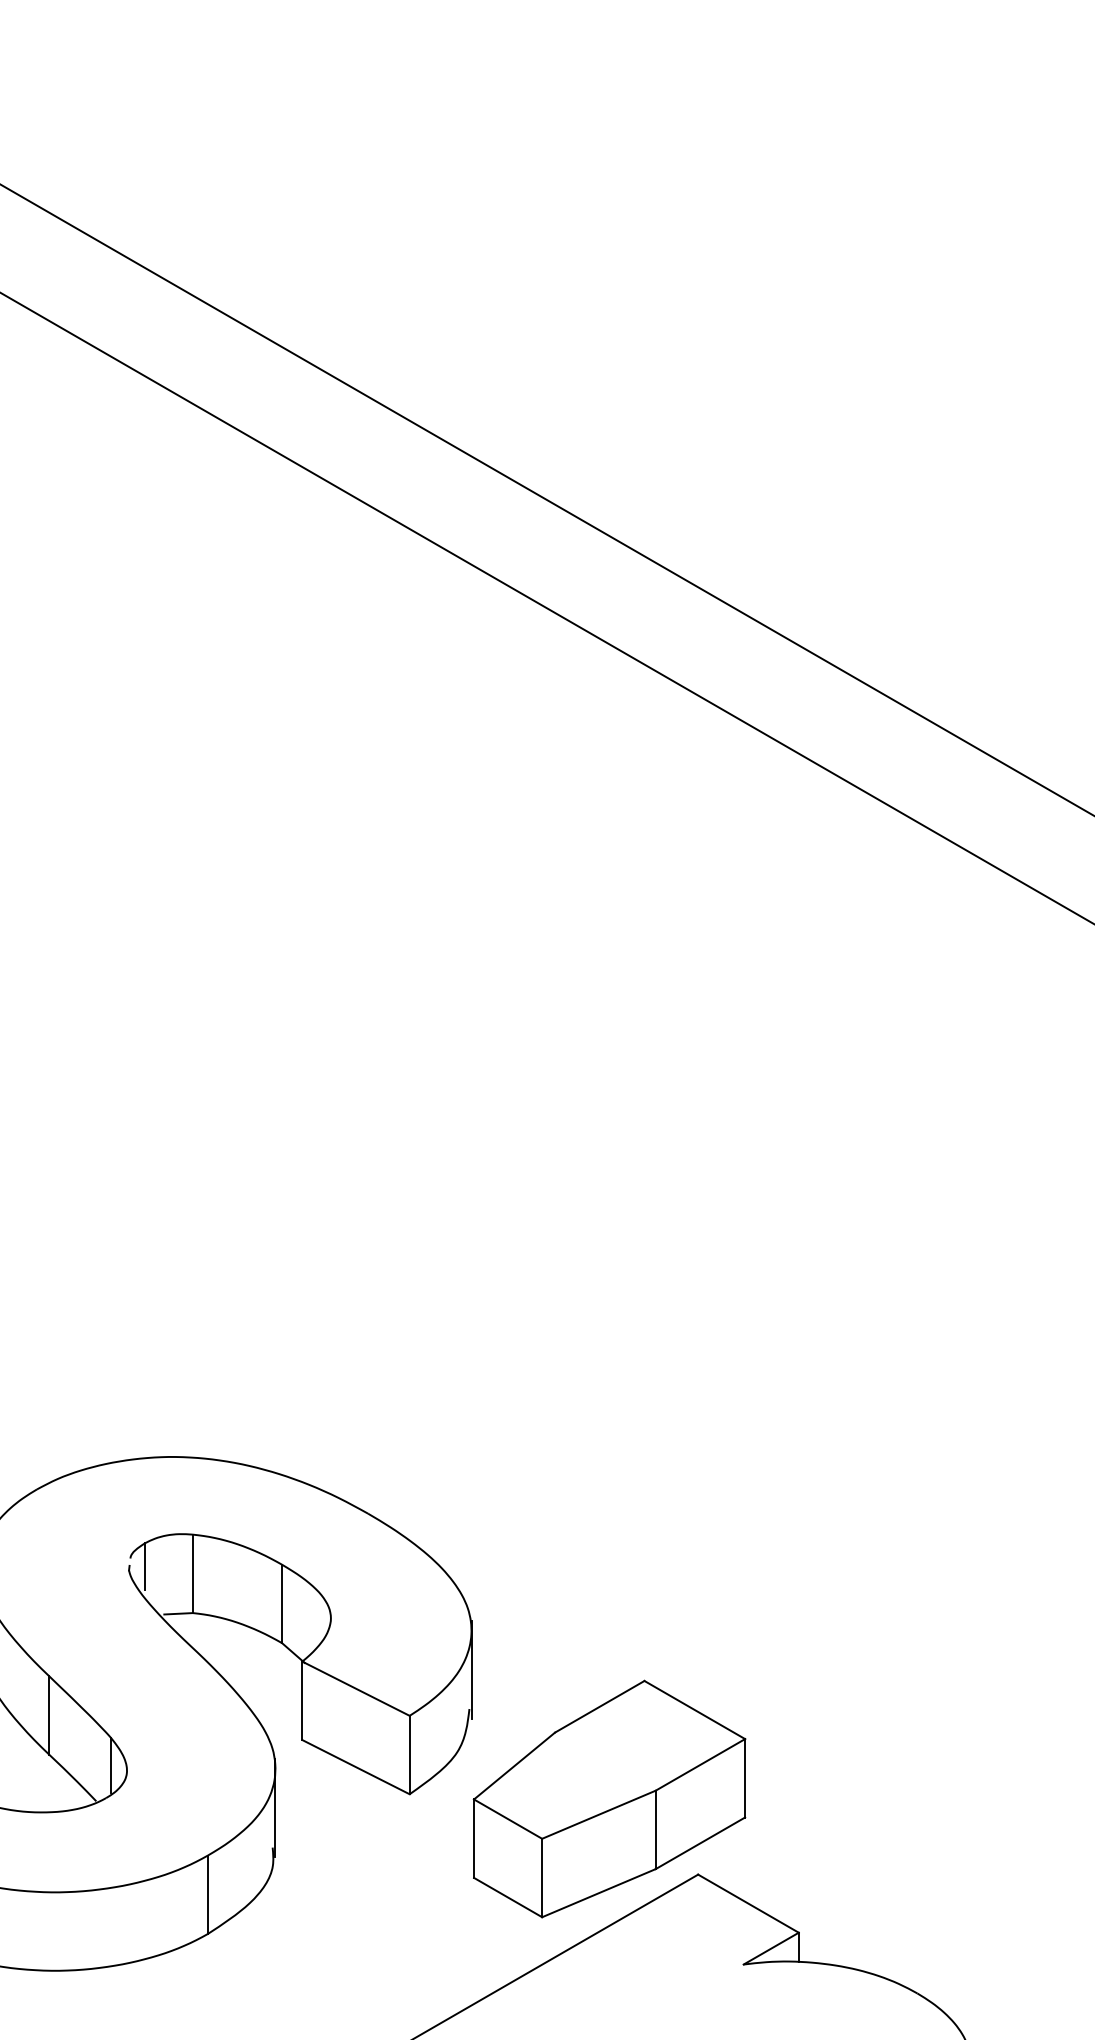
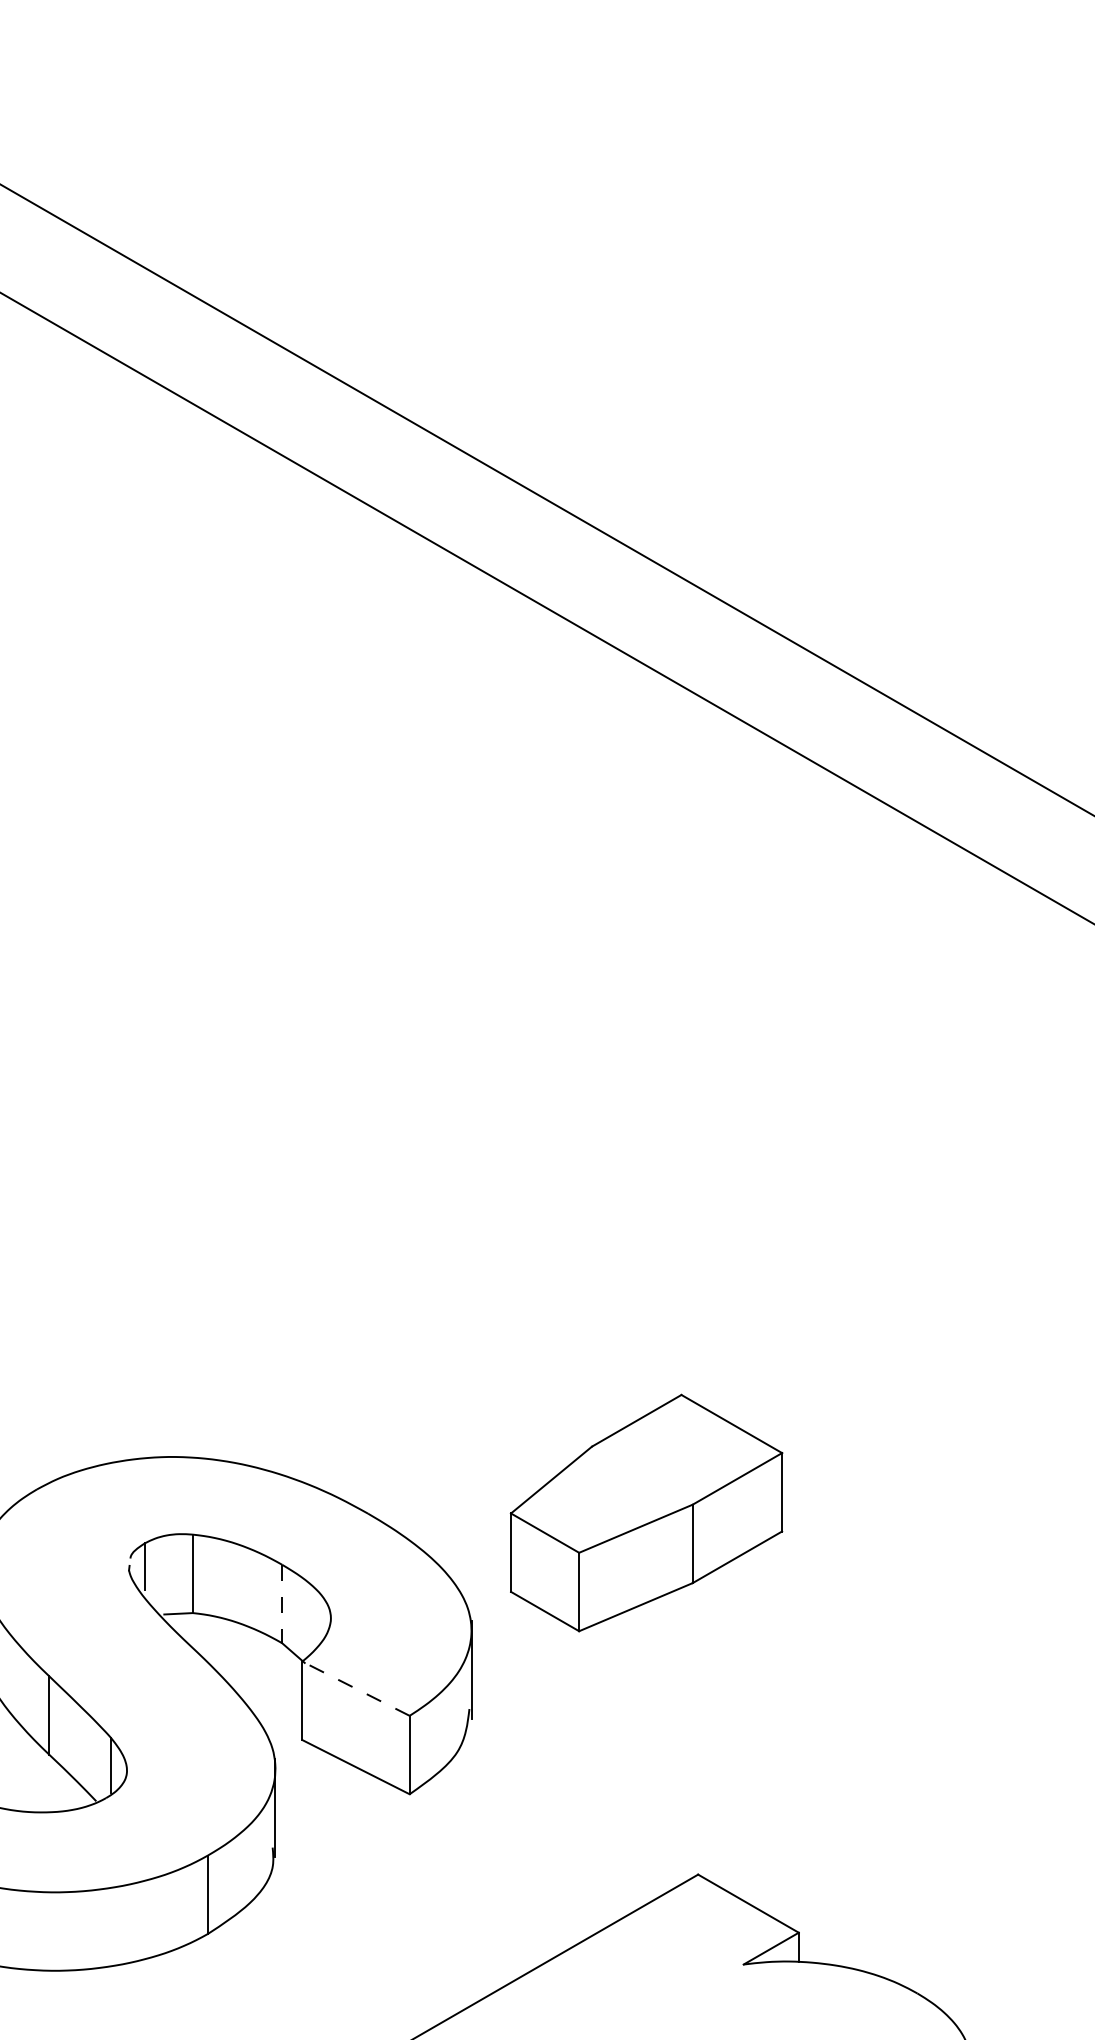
line at (282, 1604): solid -> dashed
line at (355, 1688): solid -> dashed
part at (609, 1798) position: (609, 1798) -> (646, 1512)
